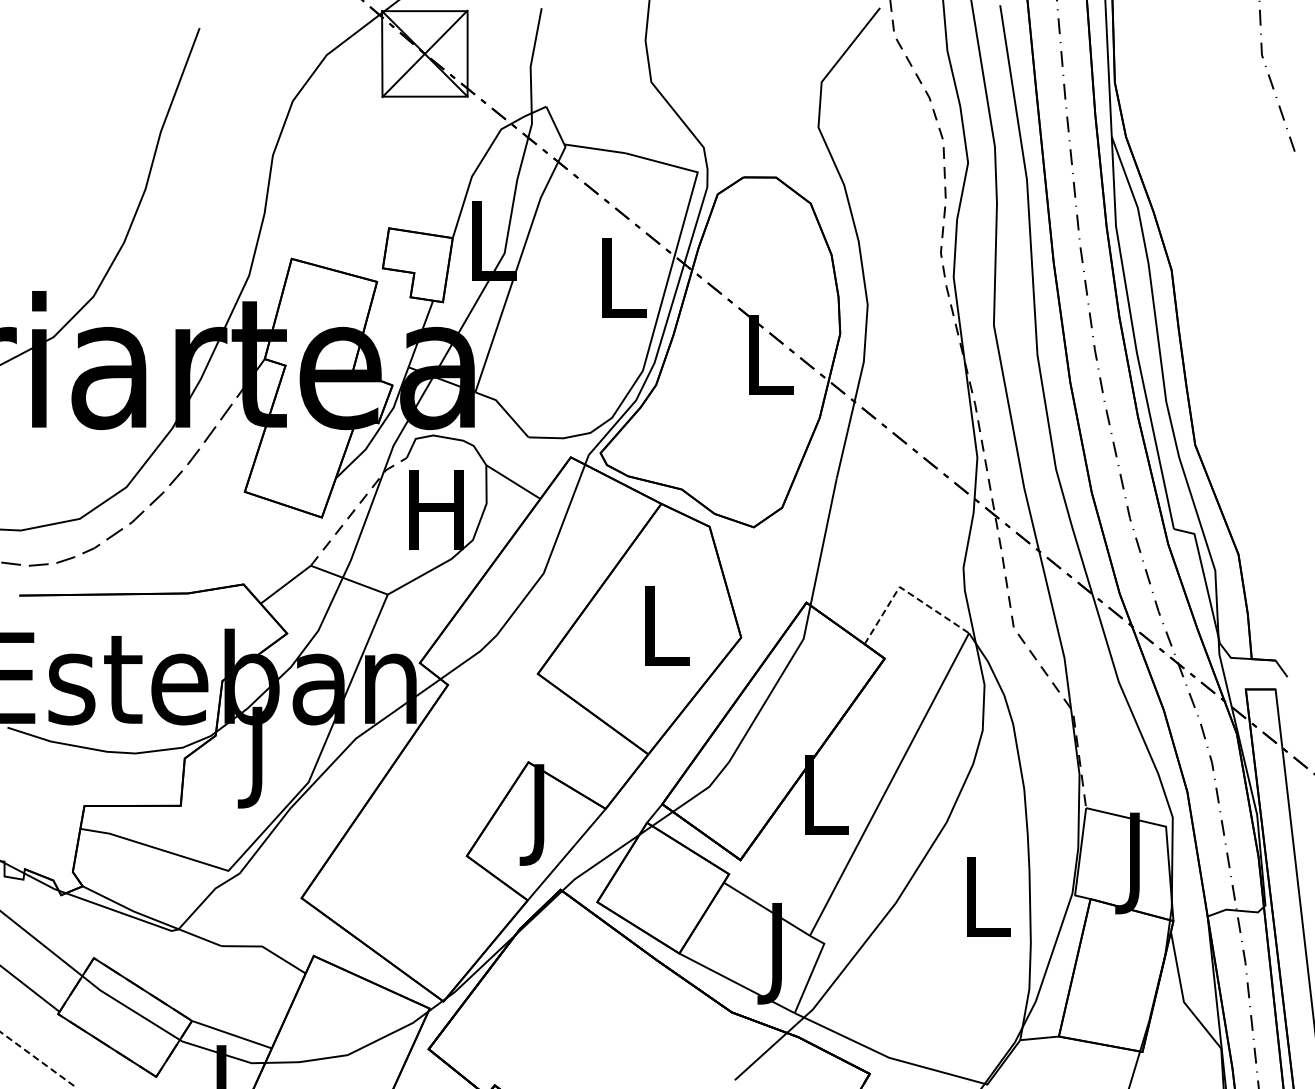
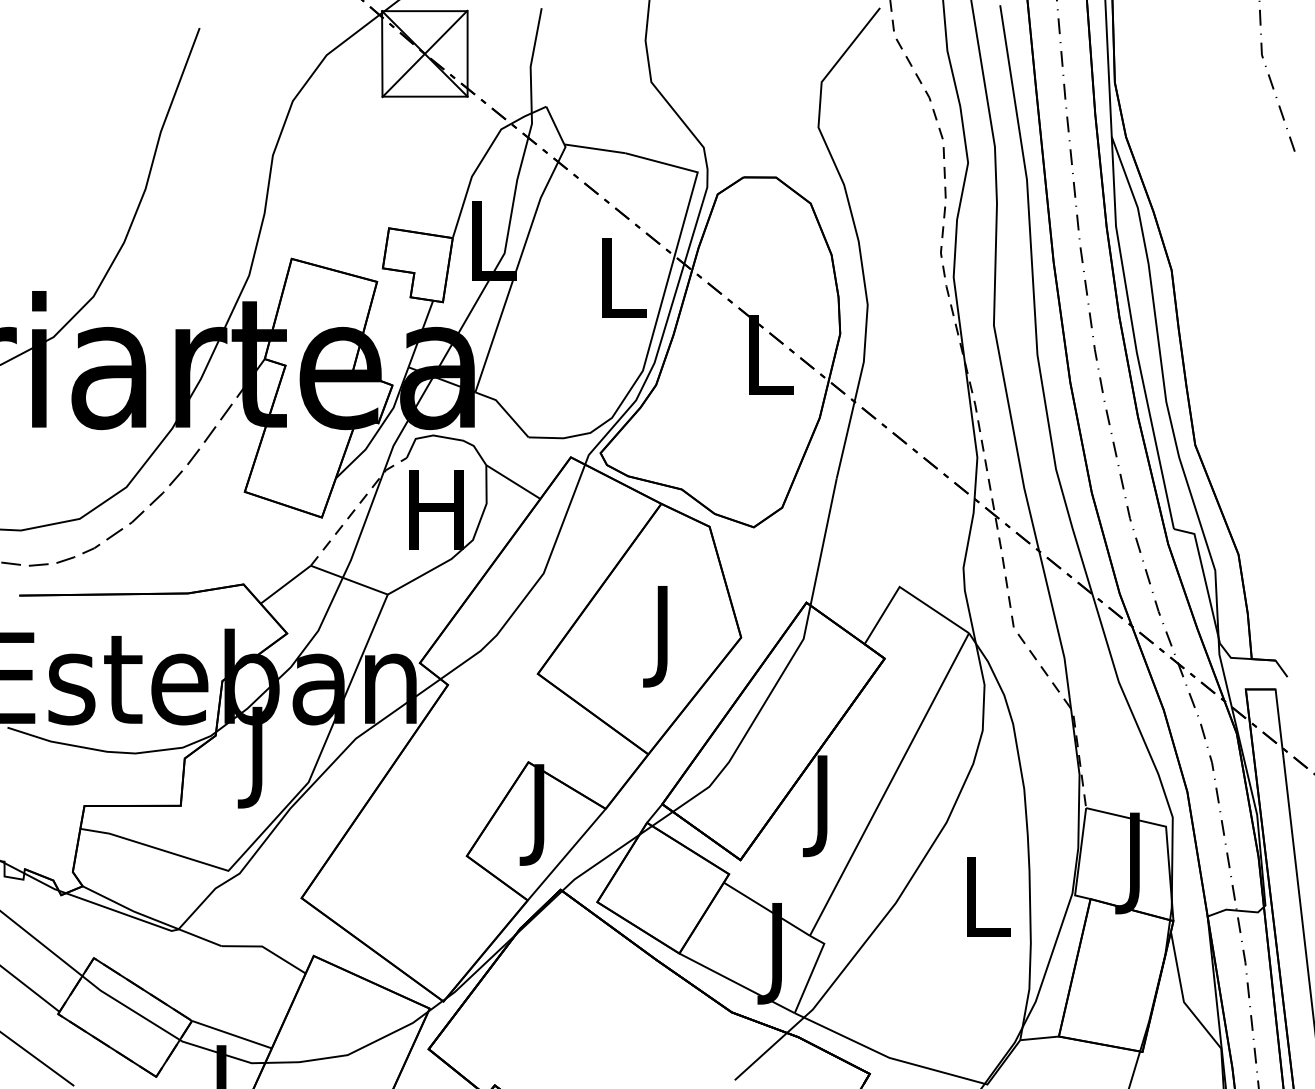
line at (906, 591): dashed -> solid
text at (666, 636): L -> J
text at (825, 806): L -> J
line at (37, 1058): dashed -> solid
